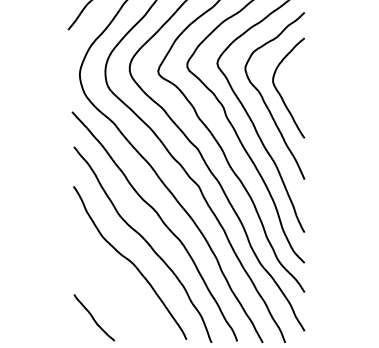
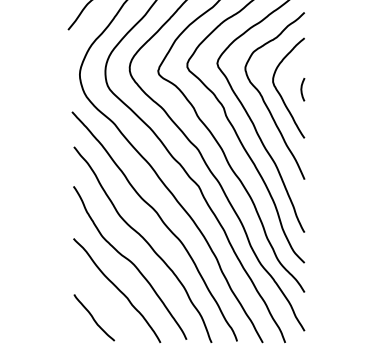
curve at (302, 89): none -> present
curve at (117, 289): none -> present
